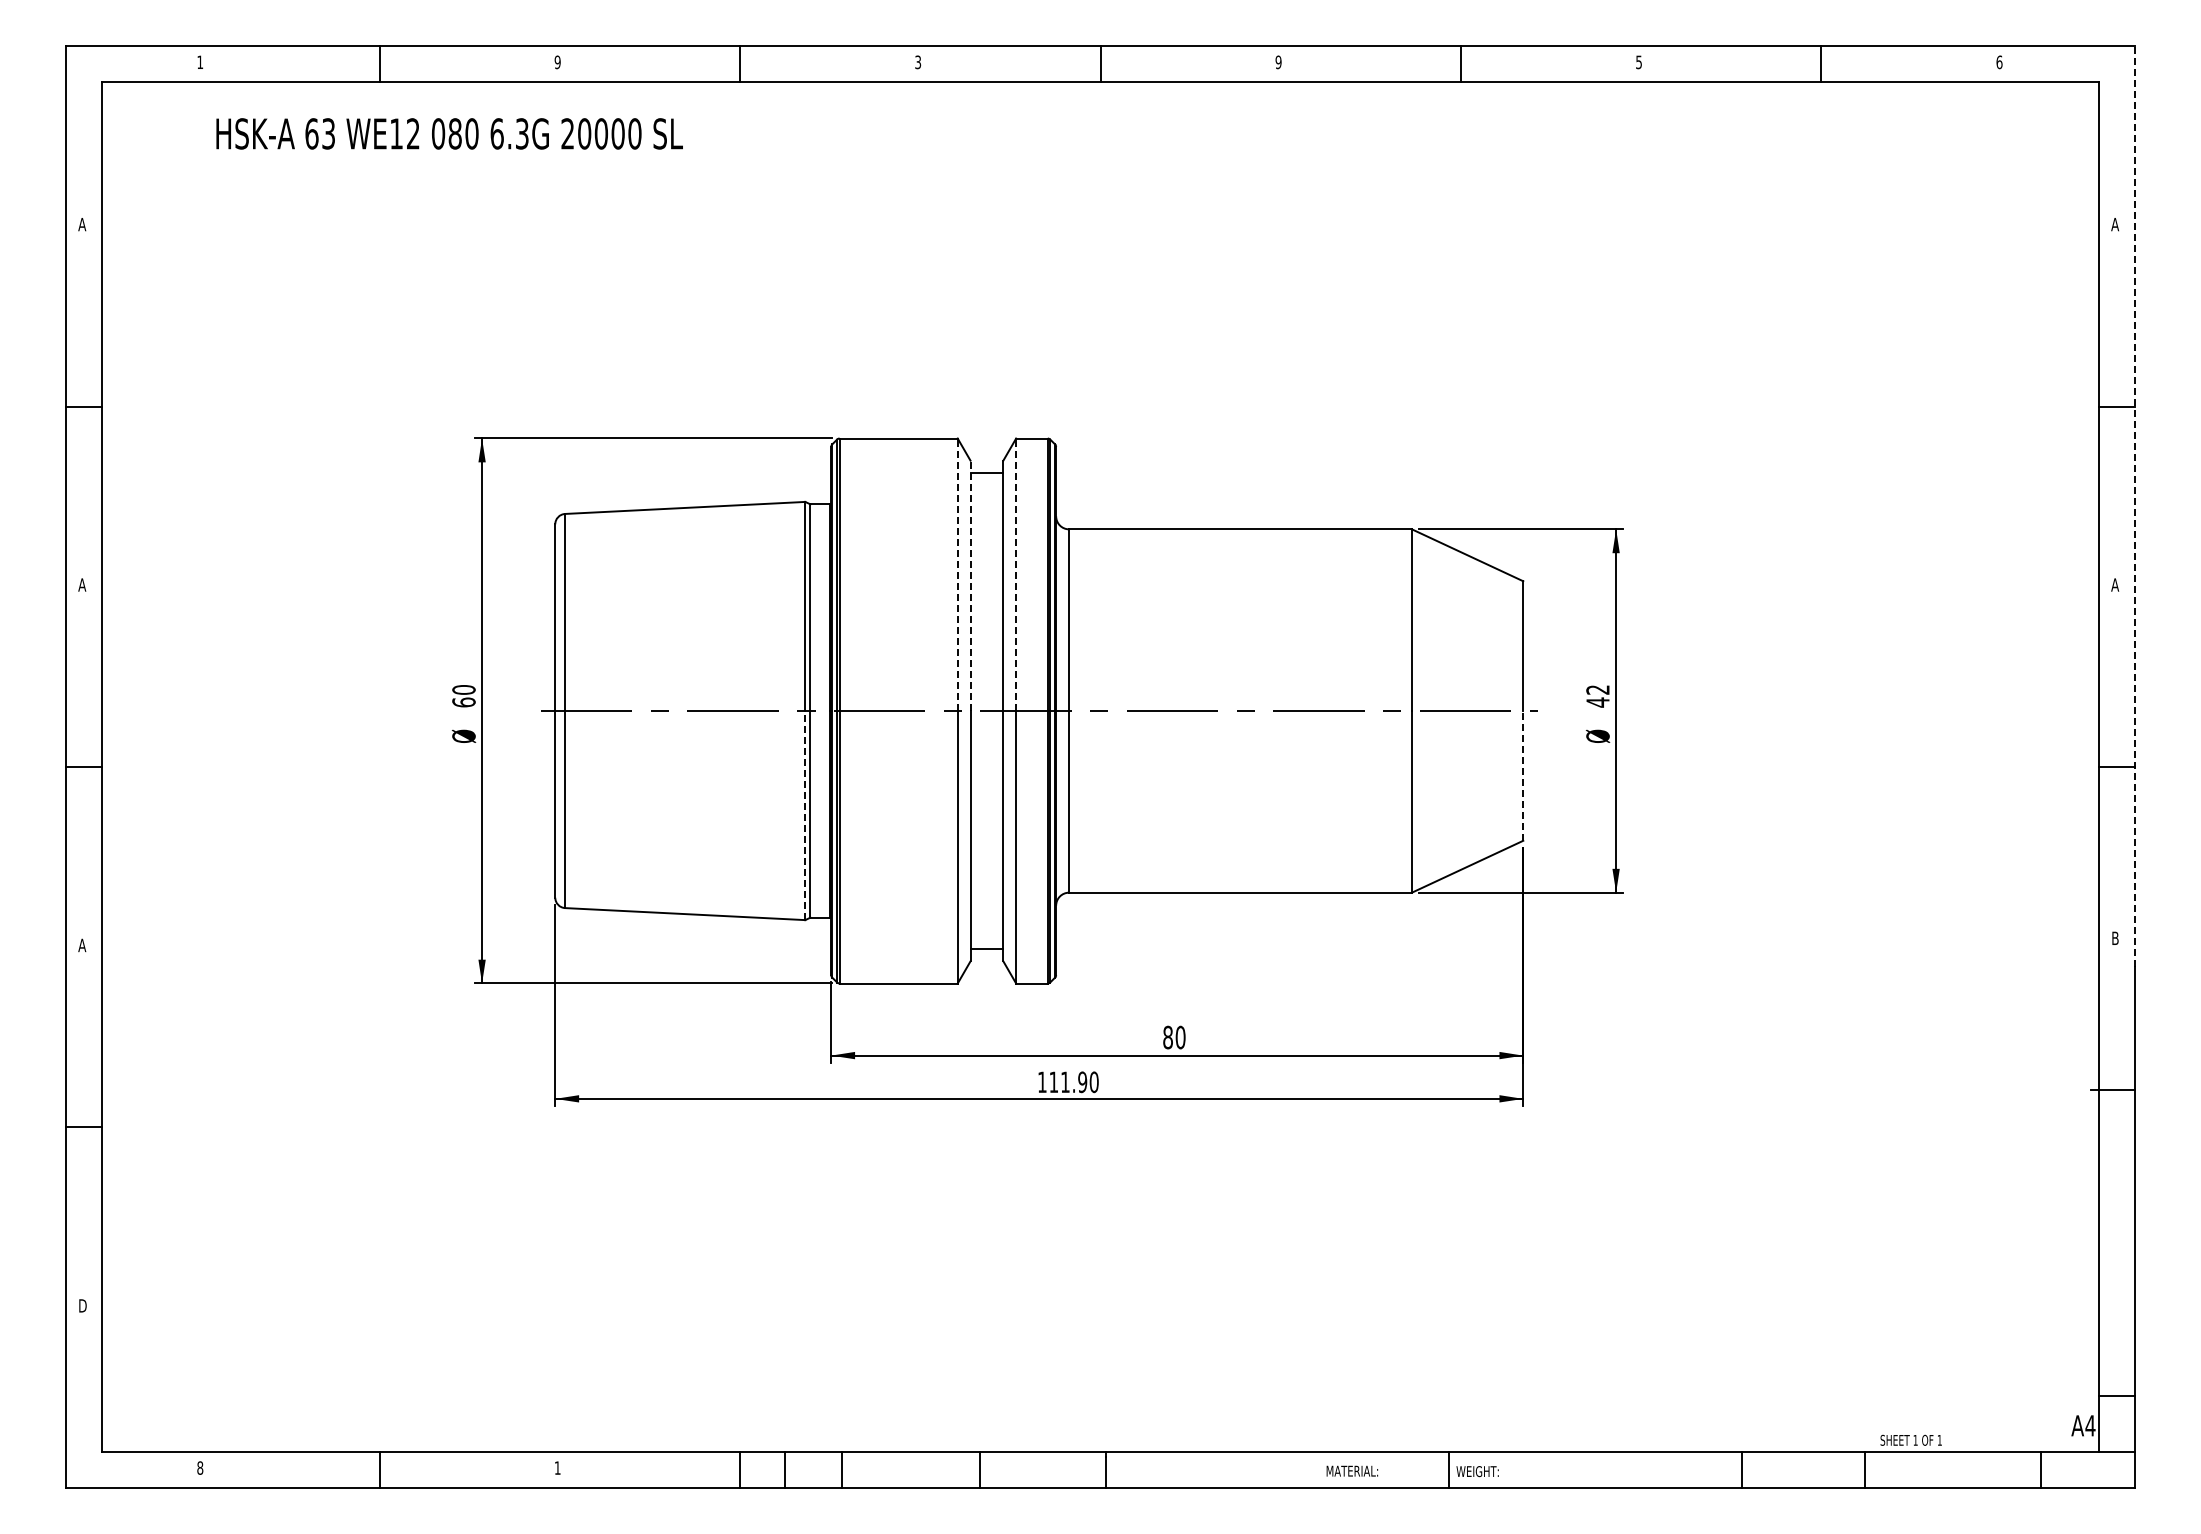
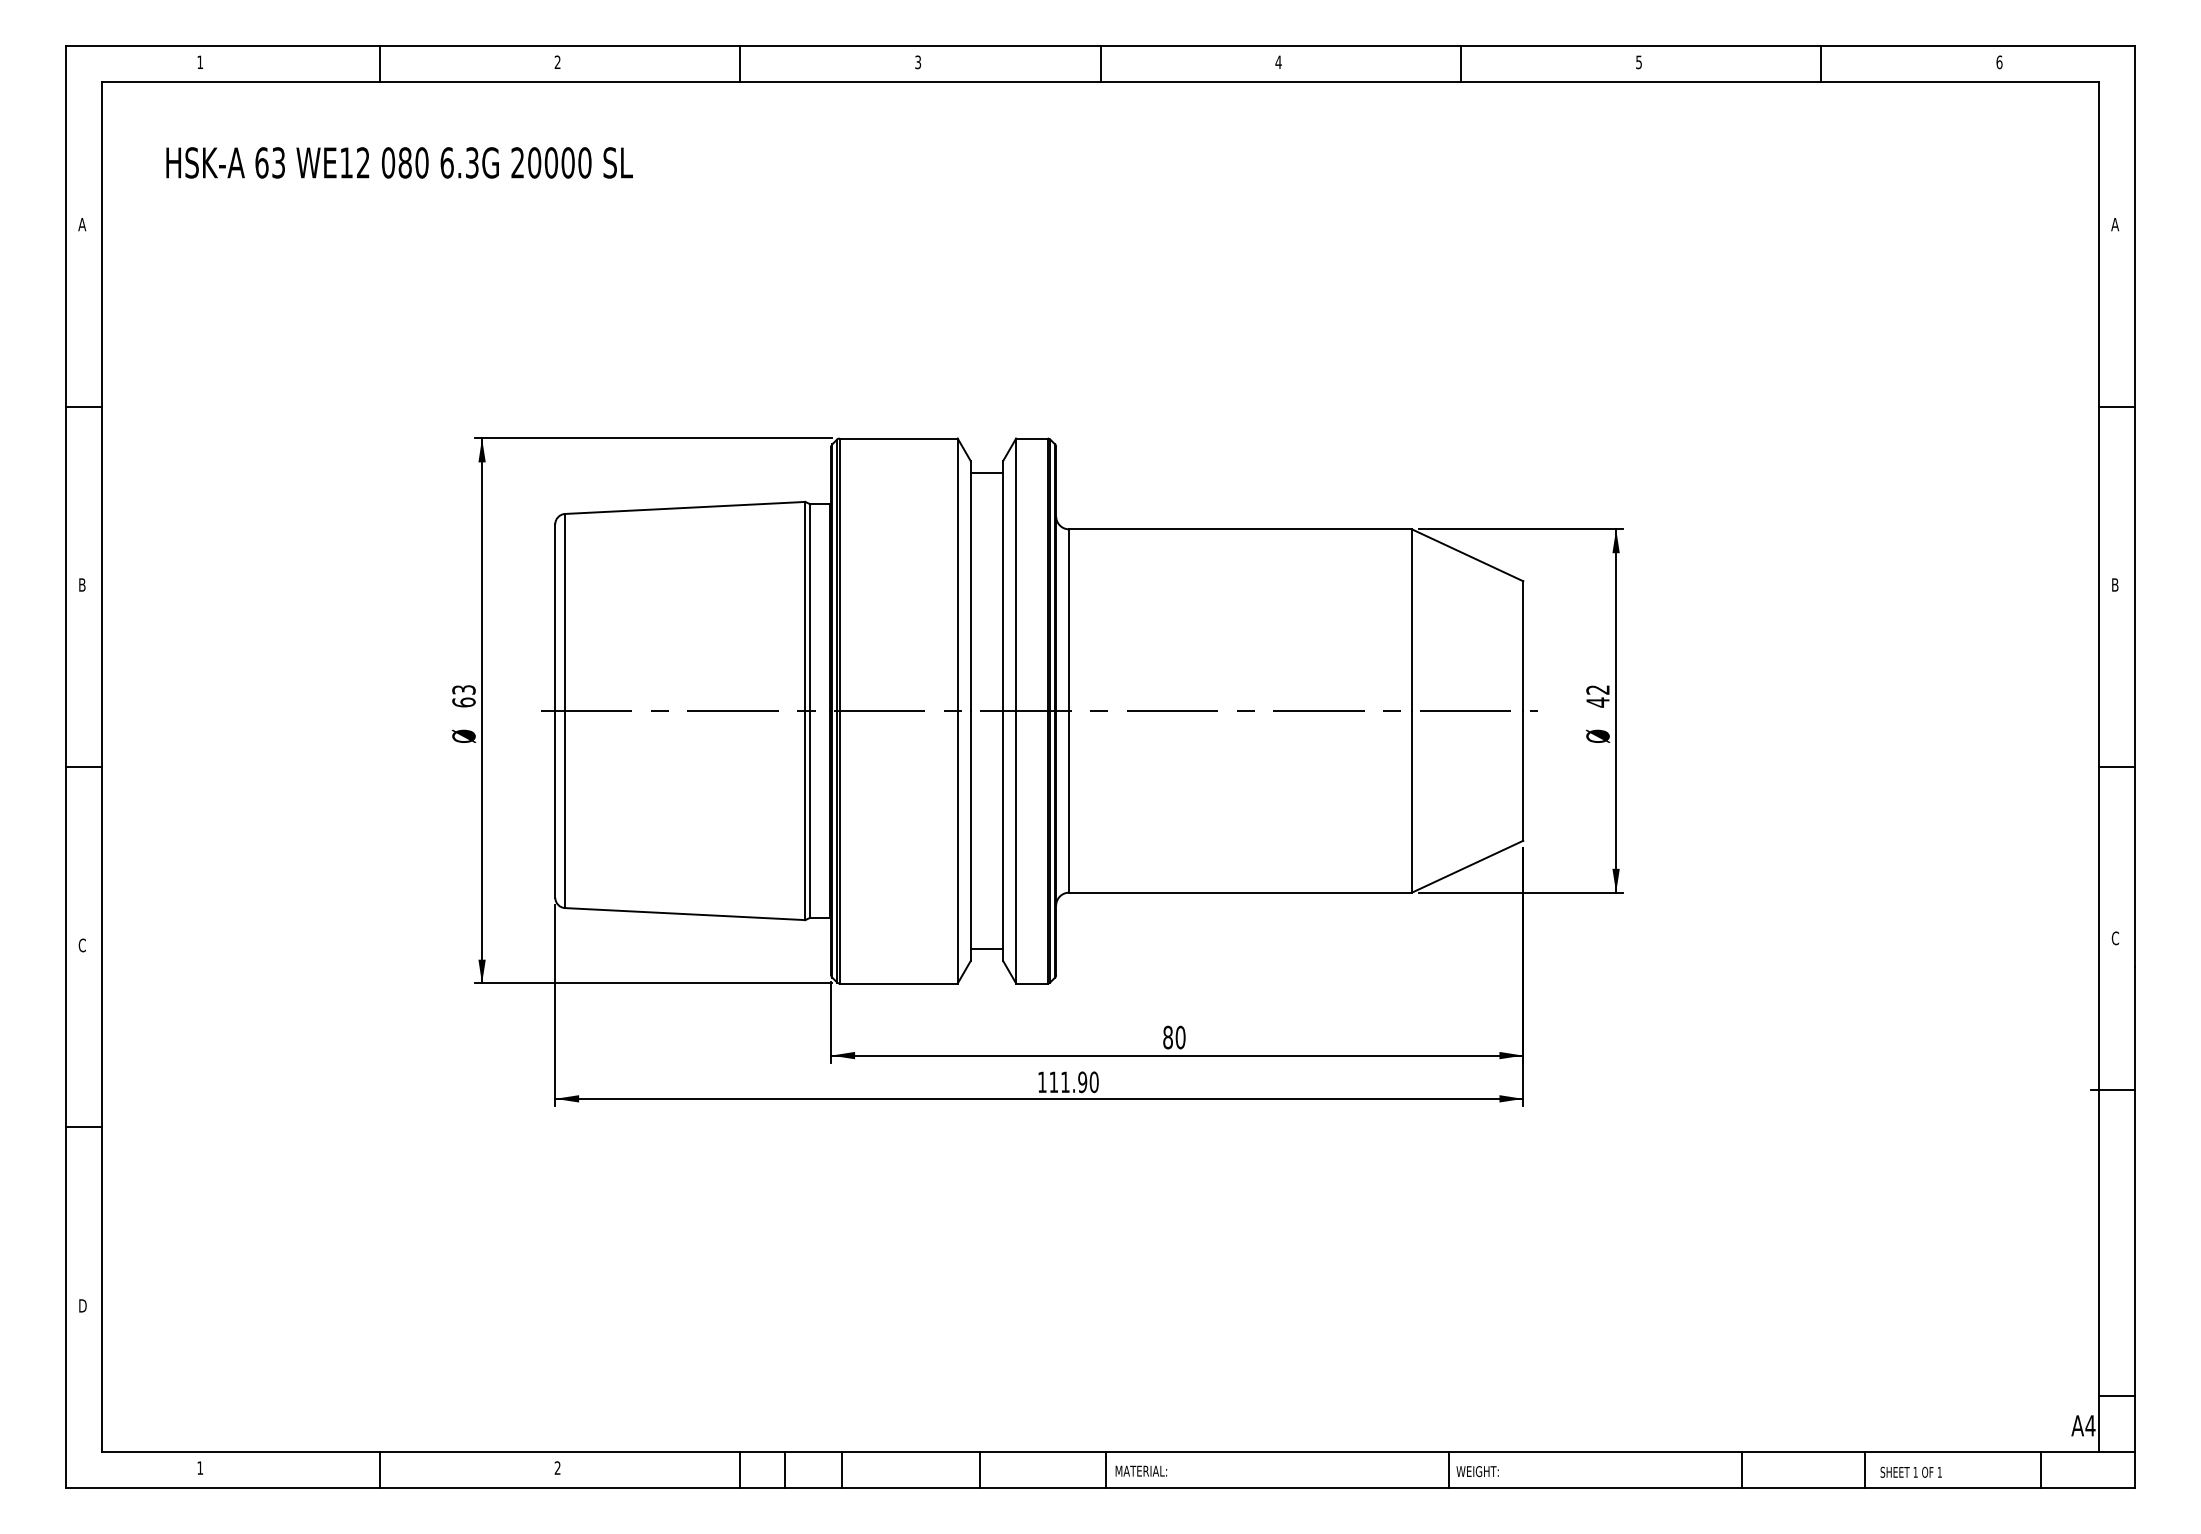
text at (557, 62): 9 -> 2
text at (1278, 62): 9 -> 4
text at (449, 133) position: (449, 133) -> (399, 162)
line at (2134, 506): dashed -> solid
line at (957, 574): dashed -> solid
line at (1016, 574): dashed -> solid
text at (82, 584): A -> B
text at (2115, 584): A -> B
line at (970, 585): dashed -> solid
text at (463, 689): 60 -> 63
line at (1523, 775): dashed -> solid
line at (805, 815): dashed -> solid
text at (2115, 938): B -> C
text at (82, 945): A -> C
text at (1910, 1439) position: (1910, 1439) -> (1910, 1471)
text at (200, 1467): 8 -> 1
text at (557, 1467): 1 -> 2
text at (1352, 1470) position: (1352, 1470) -> (1141, 1470)
